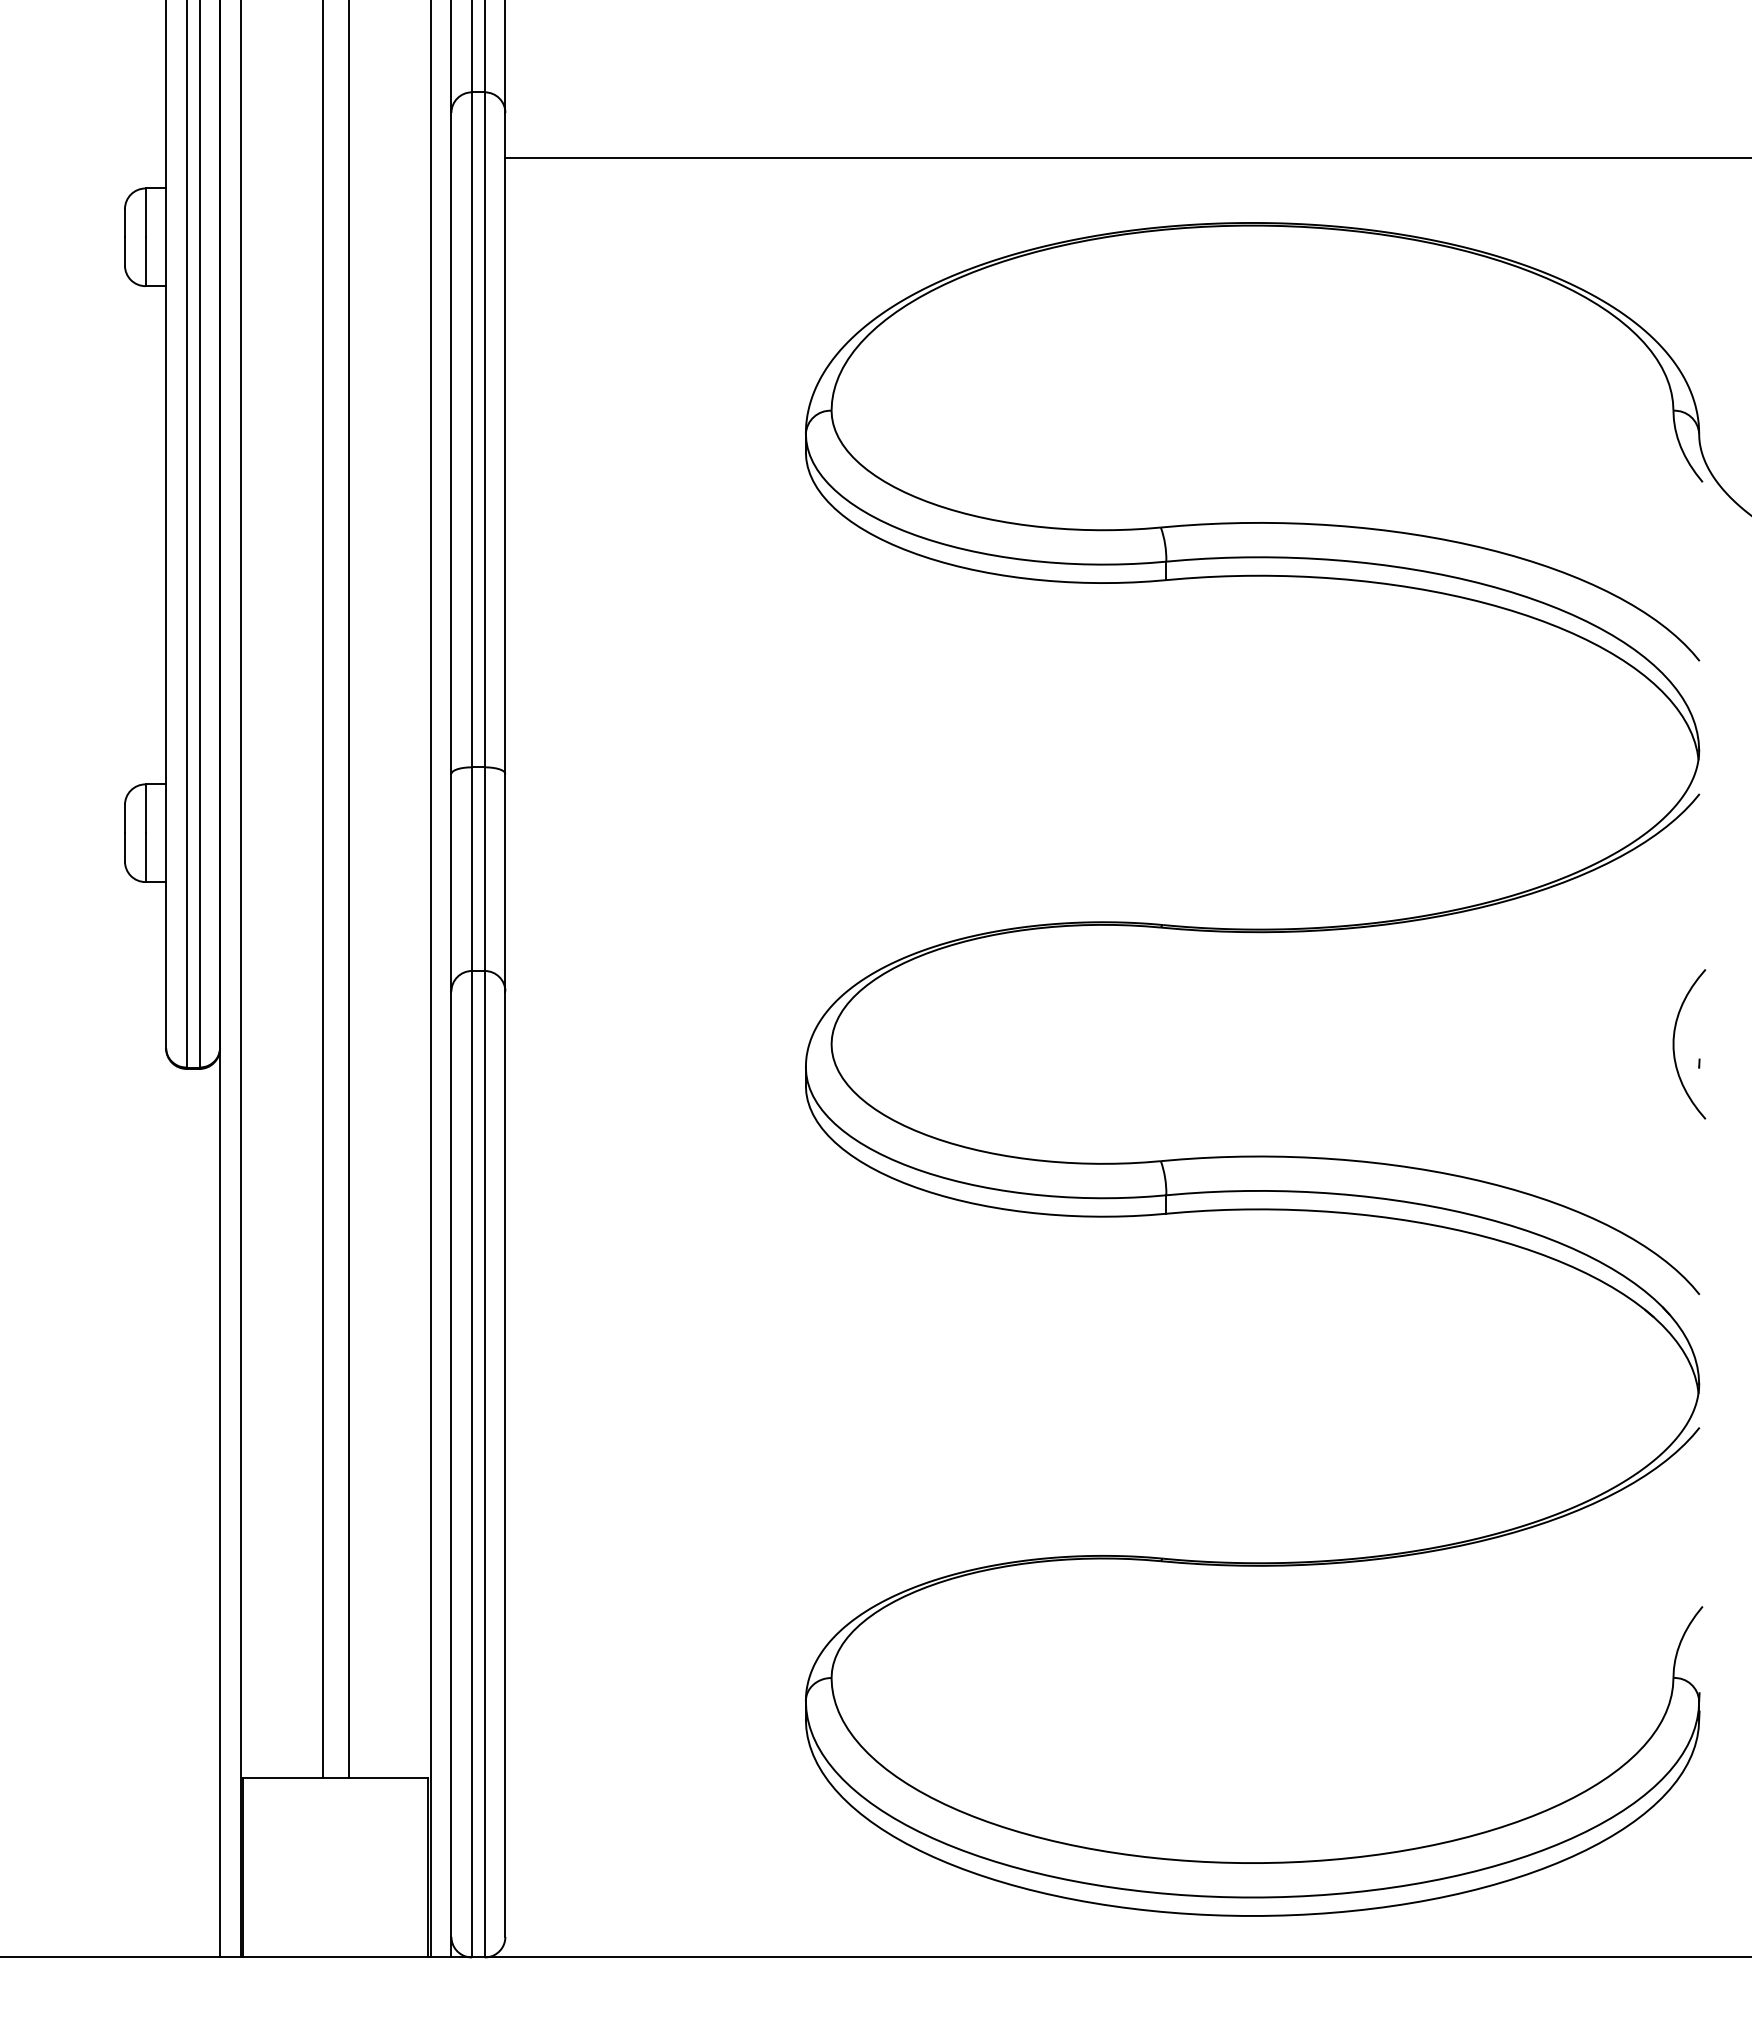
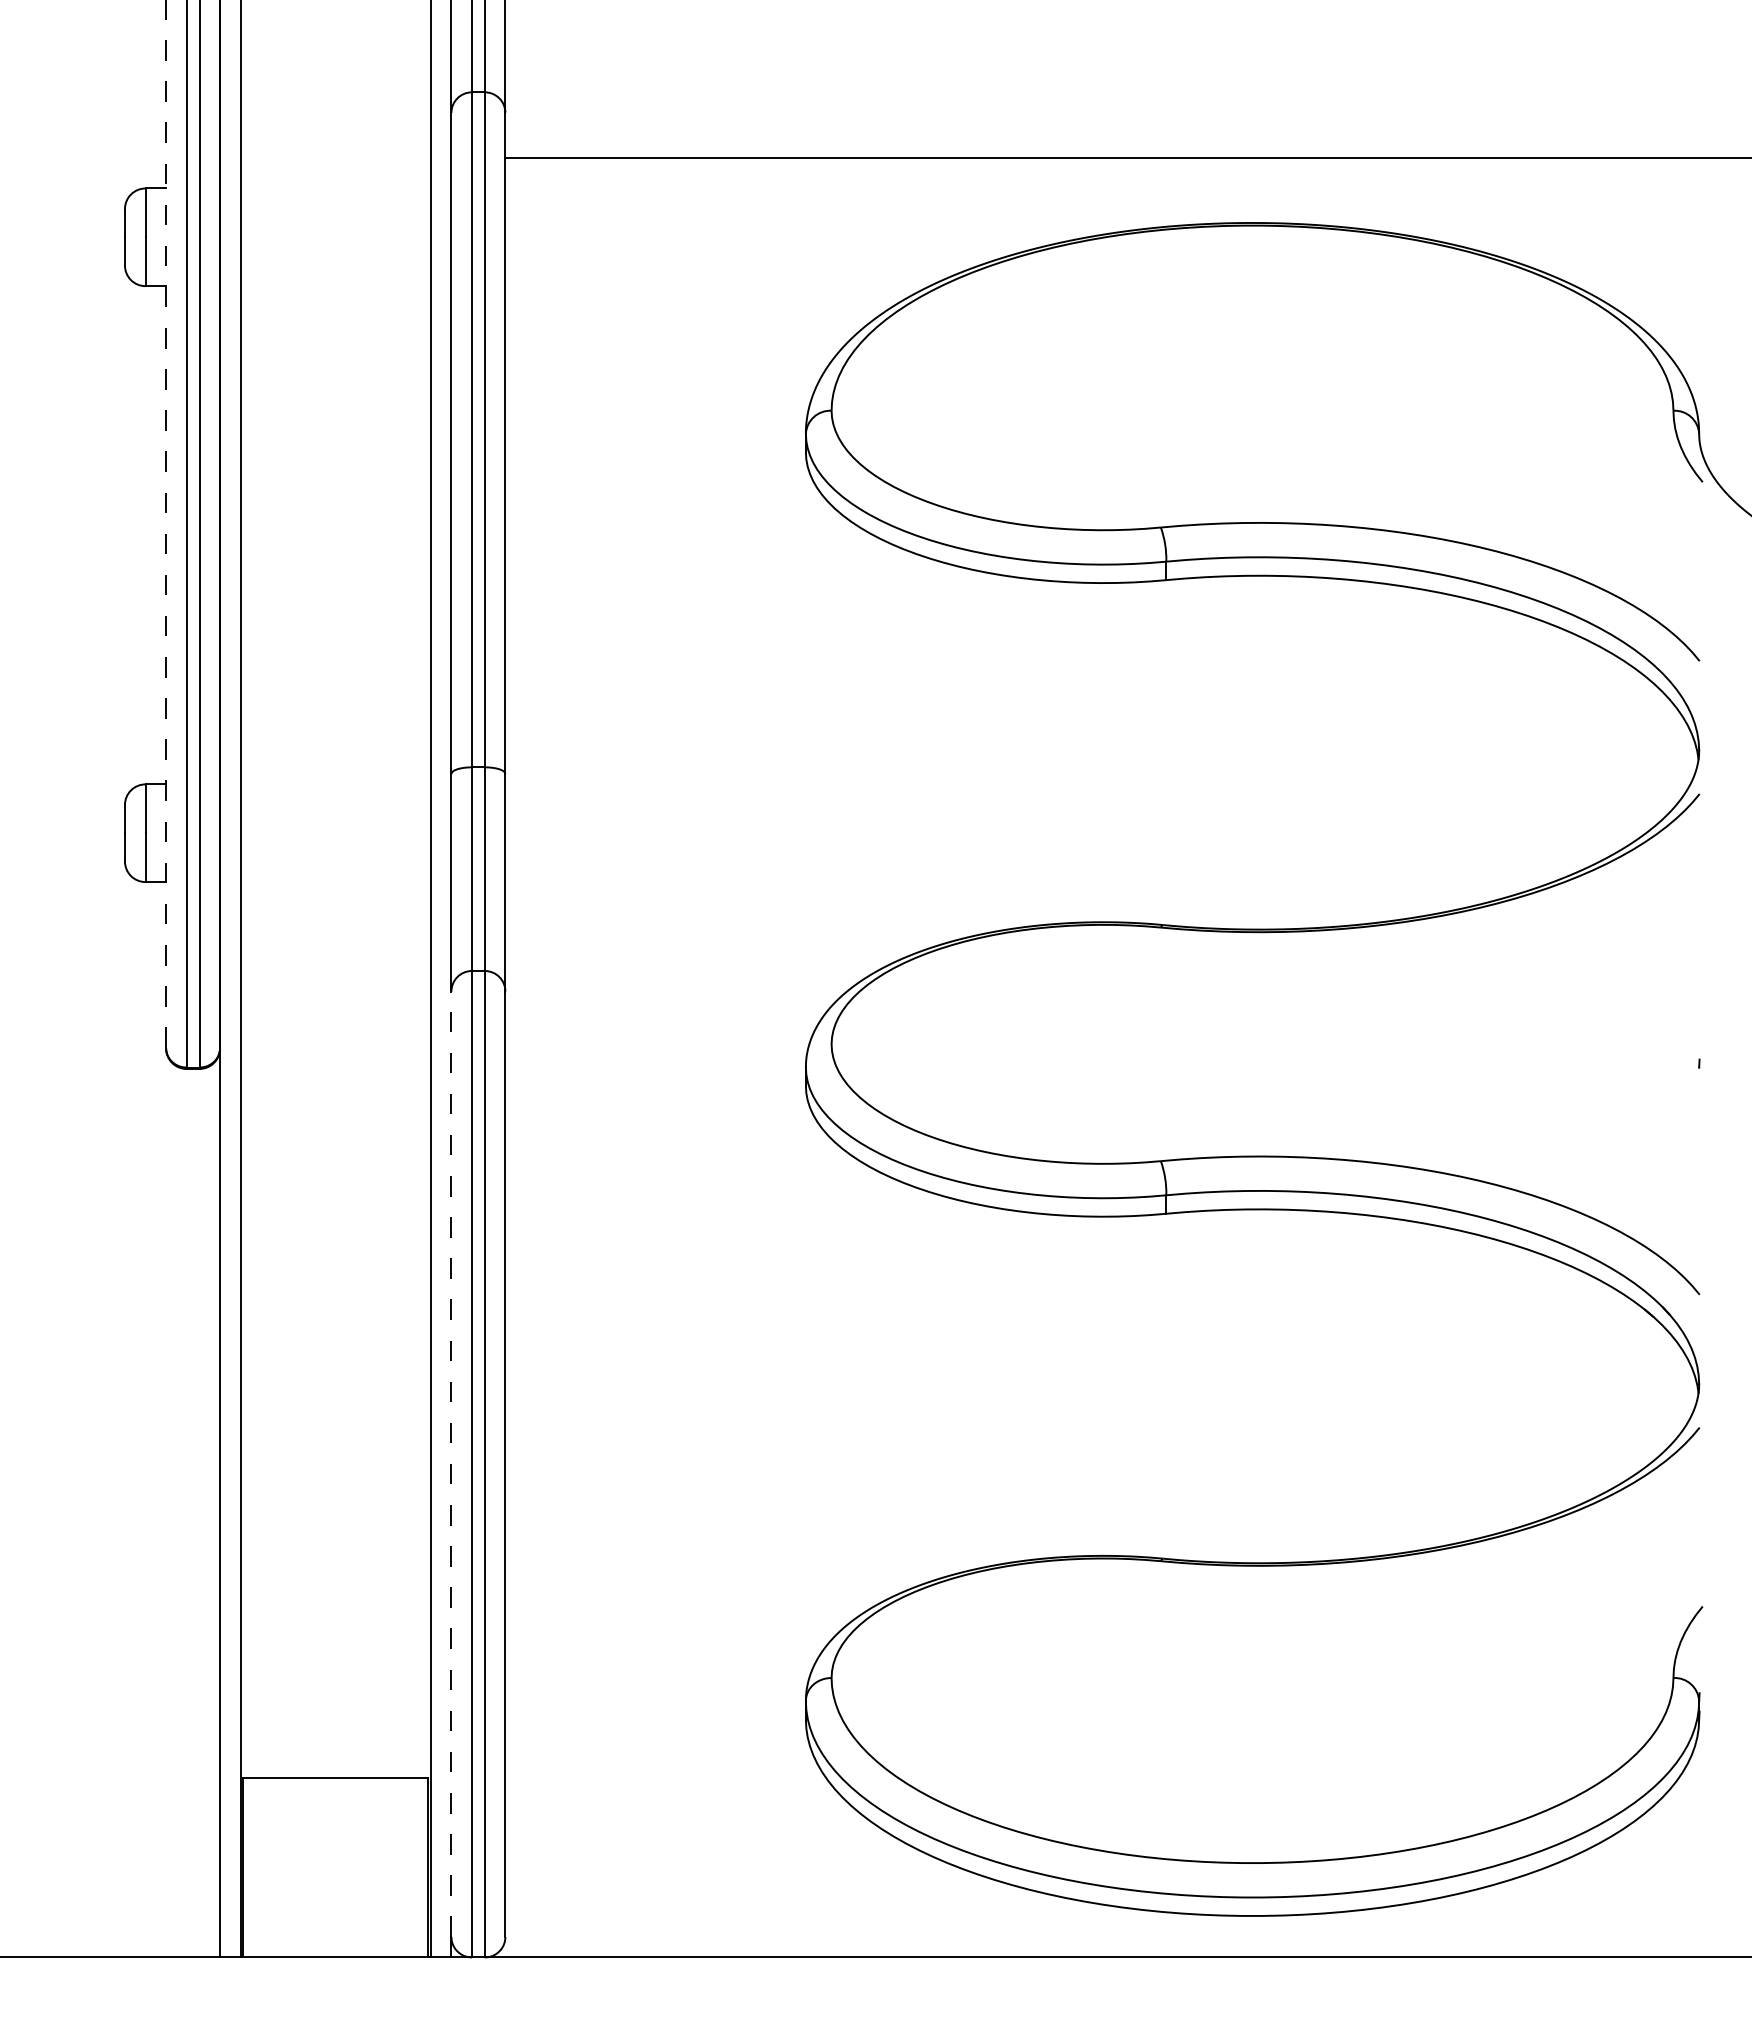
line at (166, 523): solid -> dashed
line at (322, 889): present -> none
line at (348, 889): present -> none
curve at (1674, 1044): present -> none
line at (451, 1464): solid -> dashed
